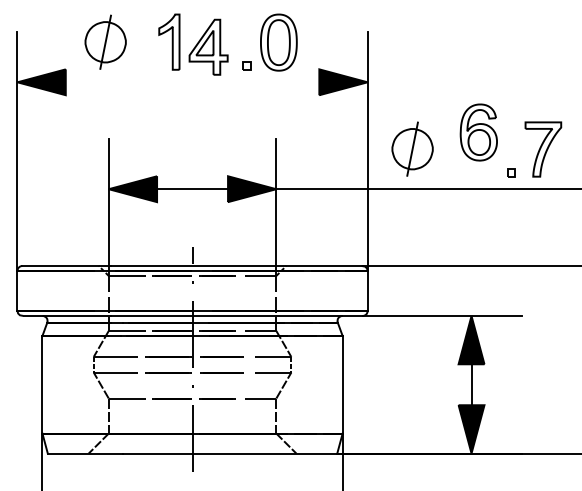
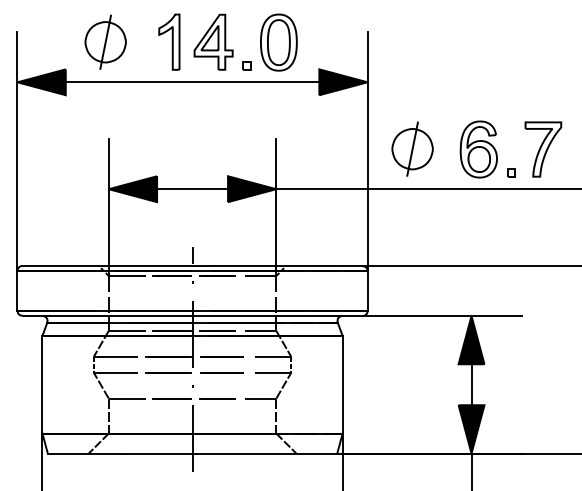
part at (208, 46) position: (208, 46) -> (213, 41)
line at (192, 82): none -> present
part at (478, 132) position: (478, 132) -> (478, 149)
line at (471, 470): none -> present
